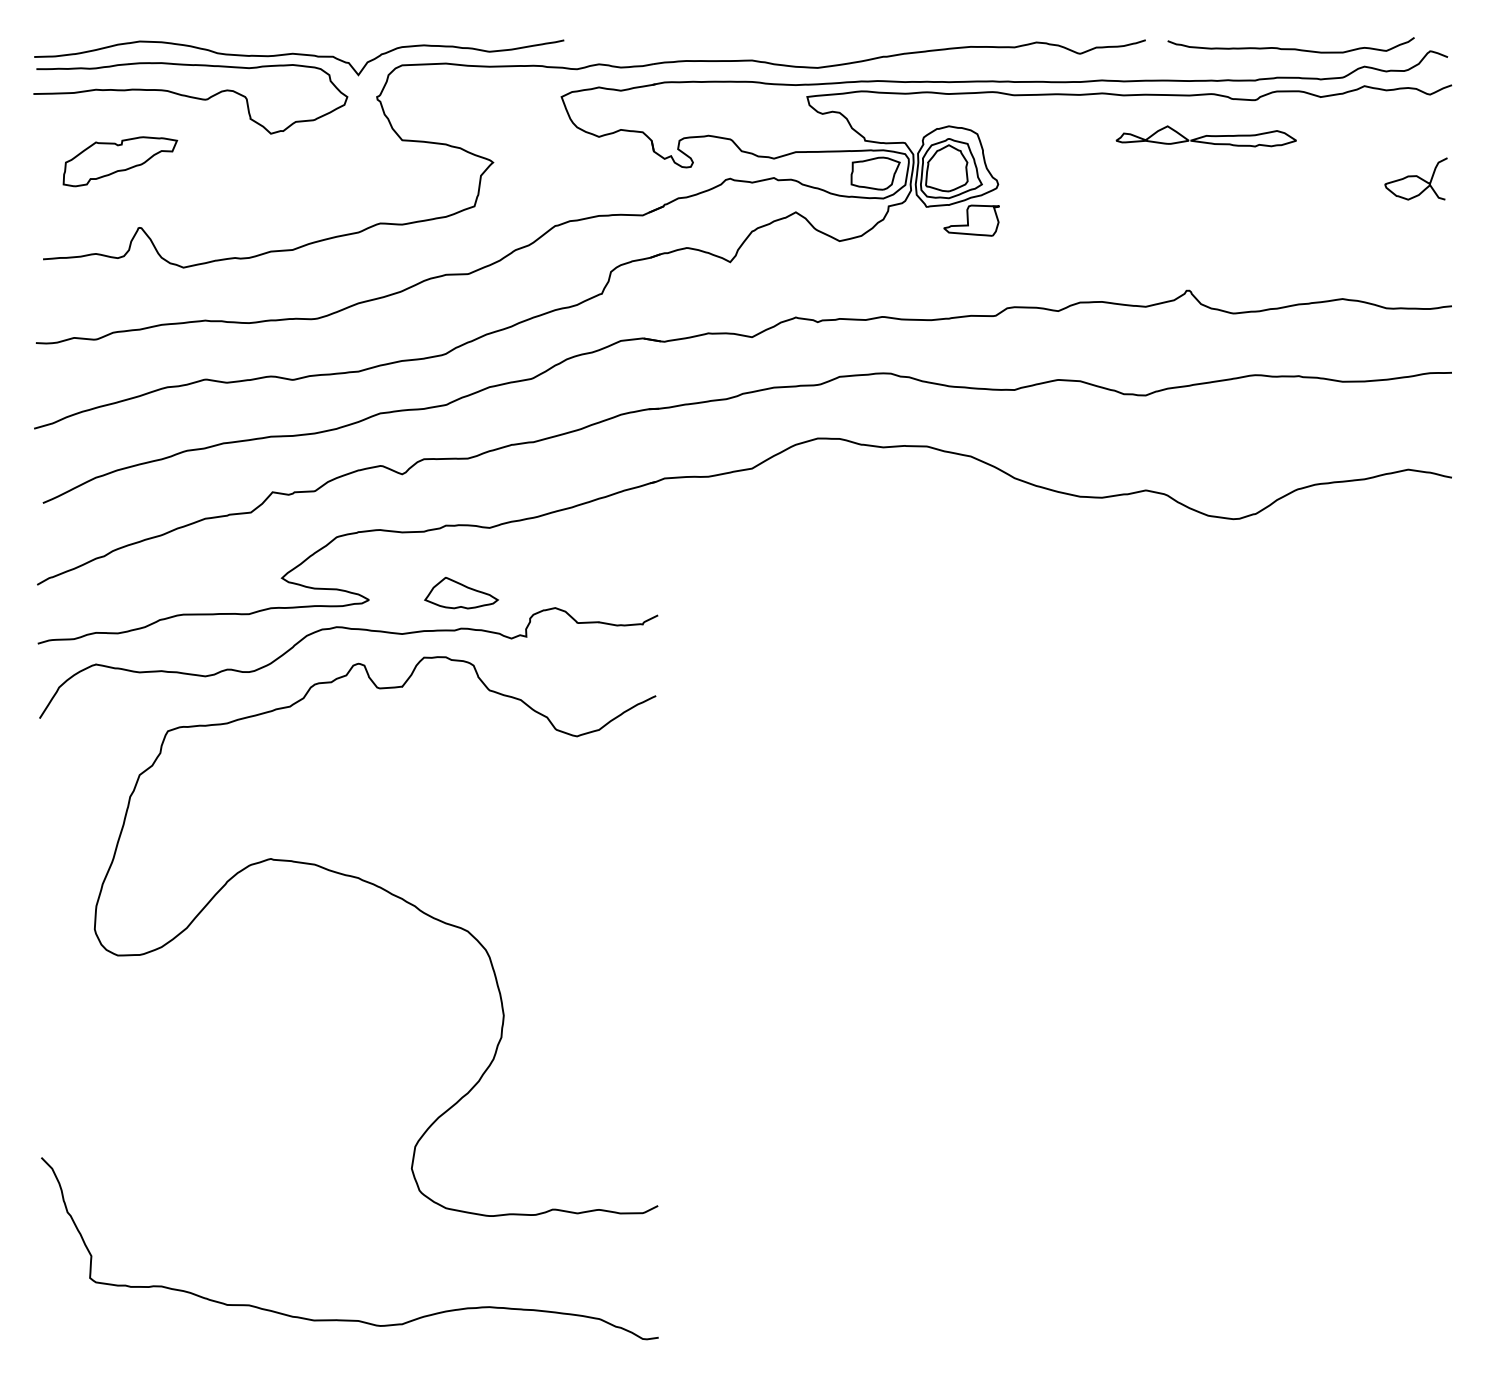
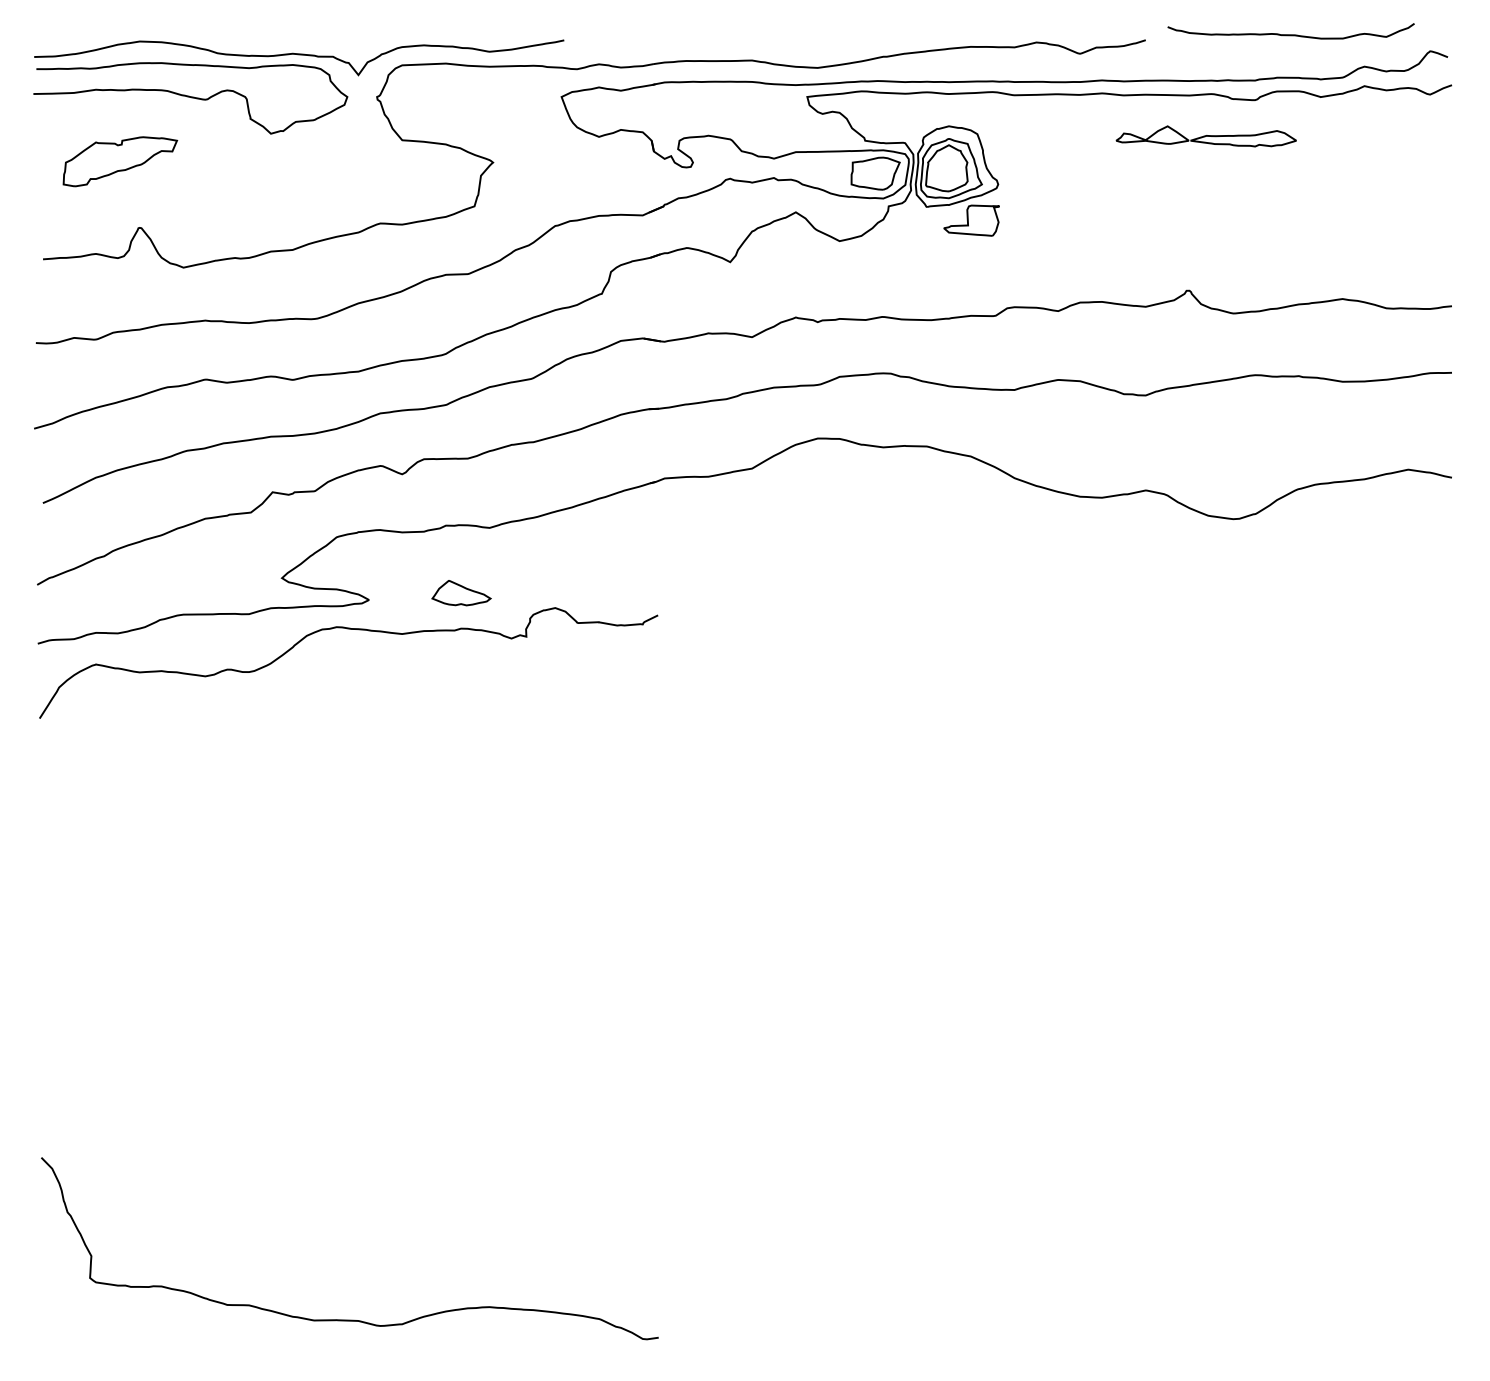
curve at (1290, 48) position: (1290, 48) -> (1290, 34)
curve at (1414, 177): present -> none
part at (461, 592) size: 75x34 px -> 61x27 px
curve at (396, 897): present -> none
